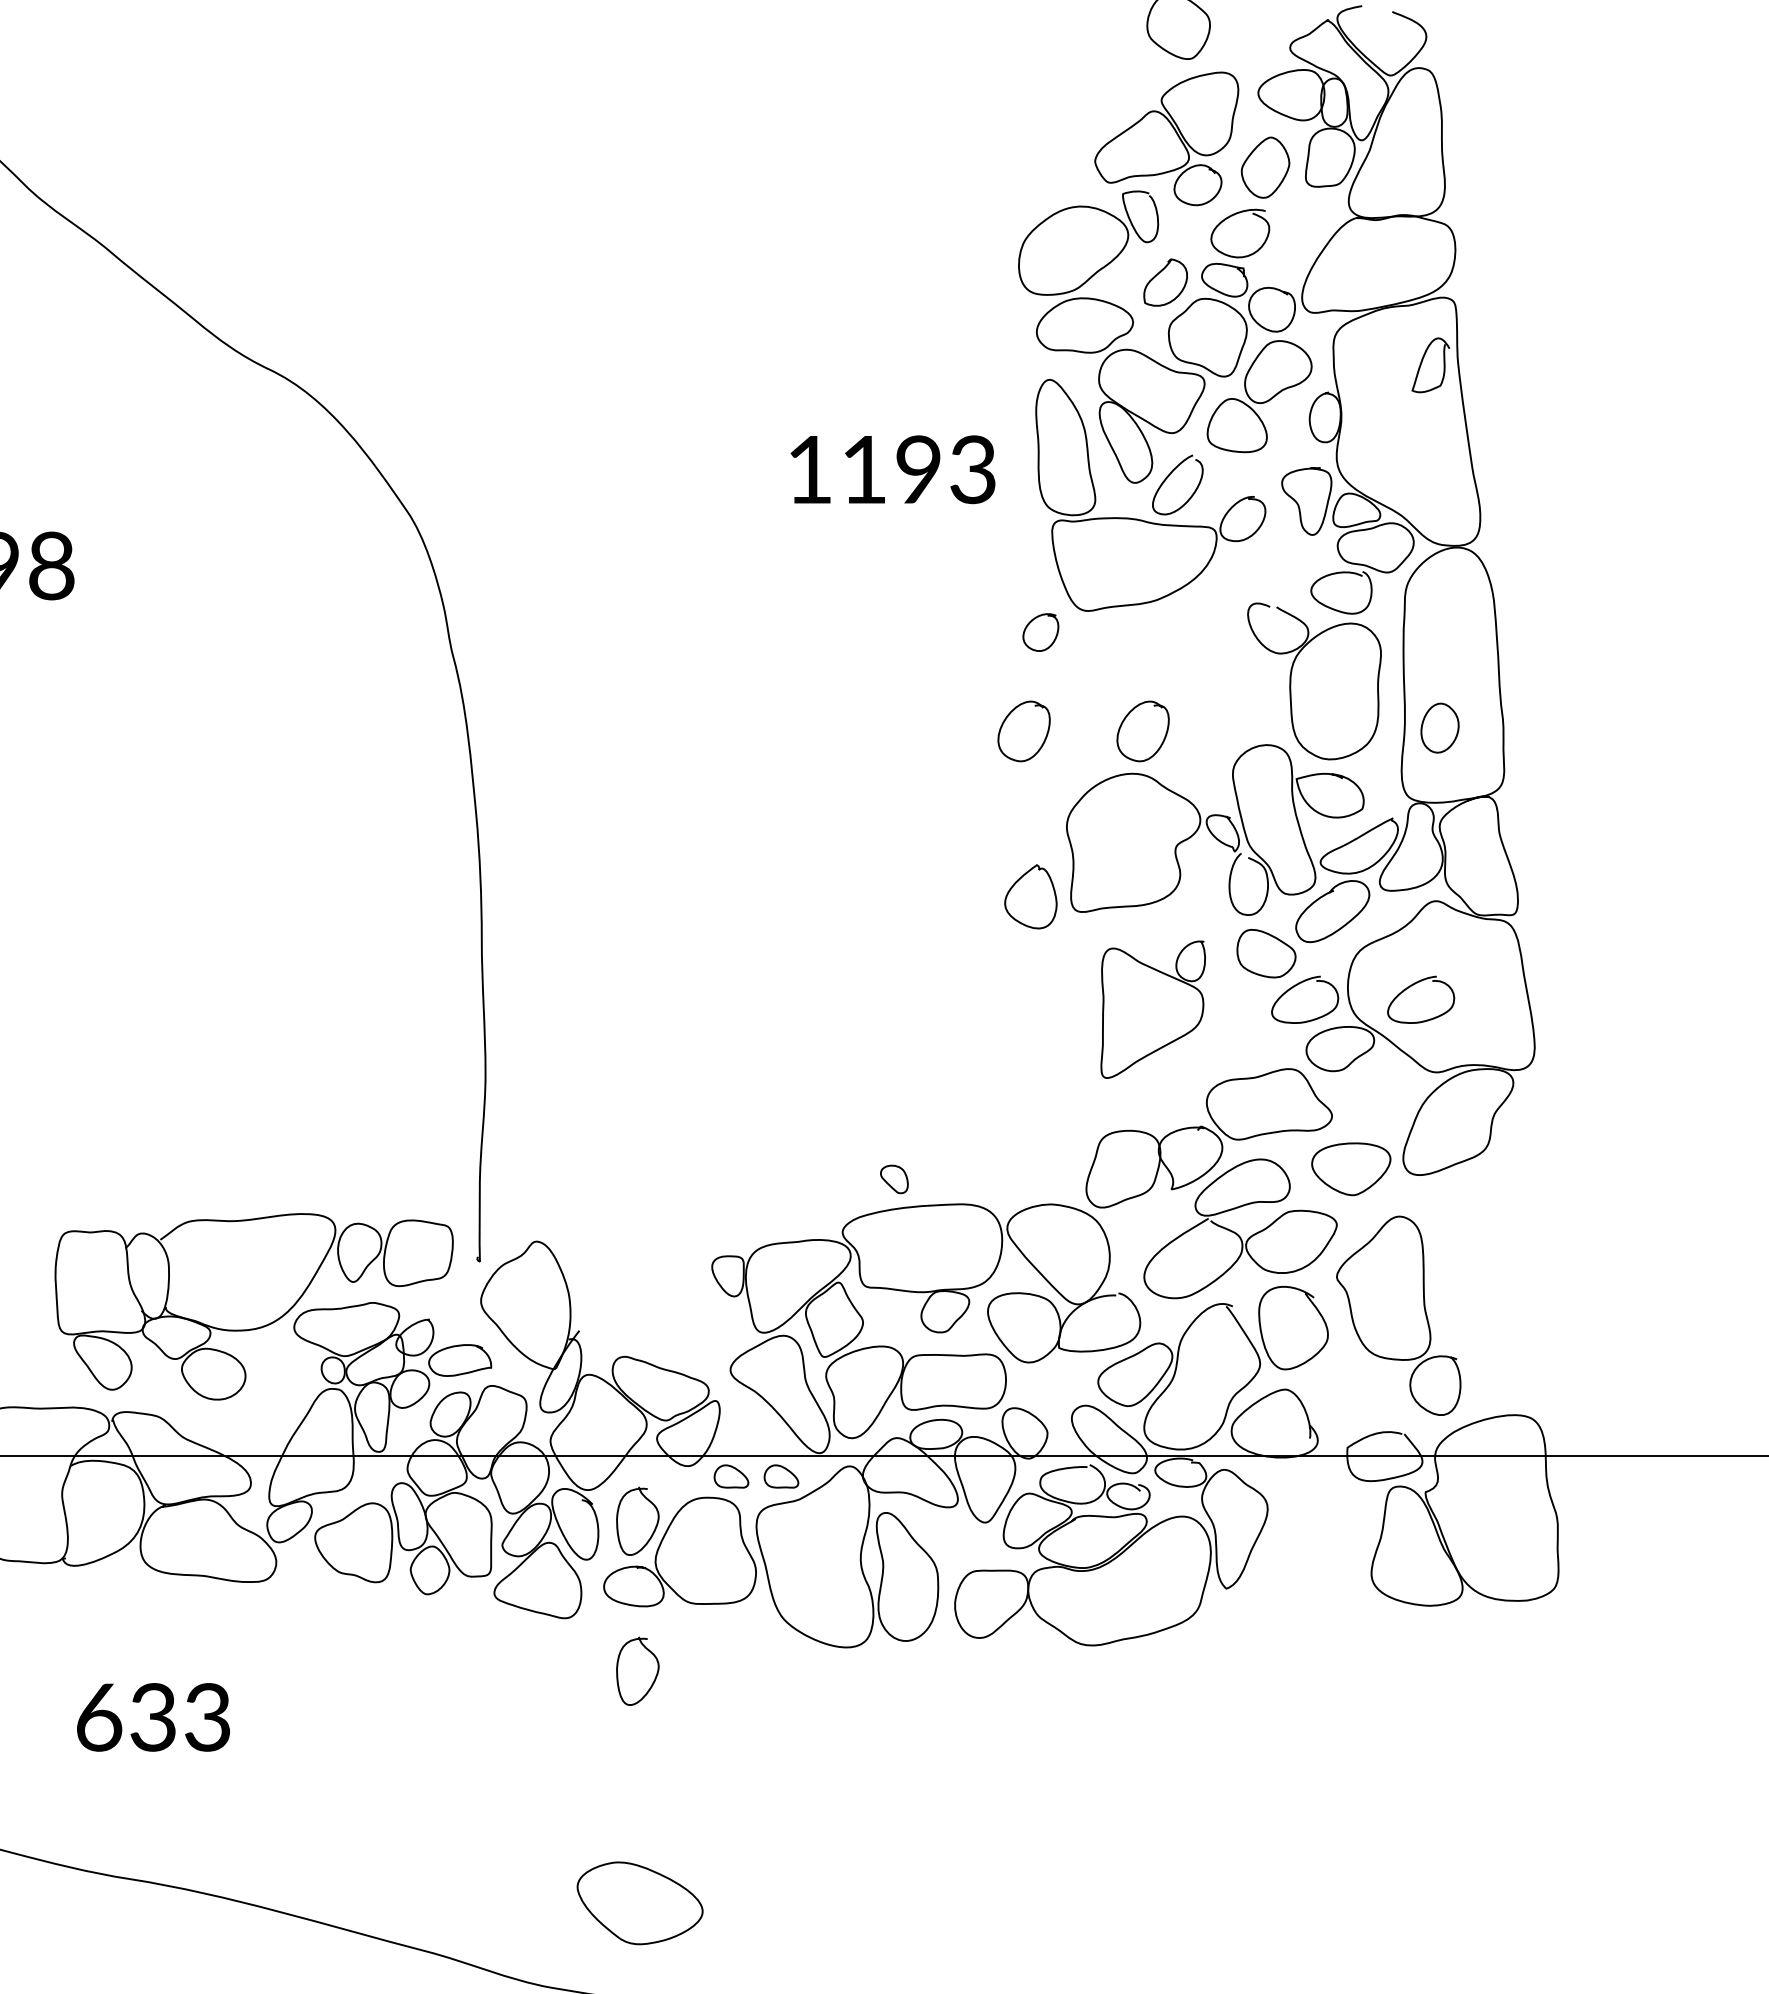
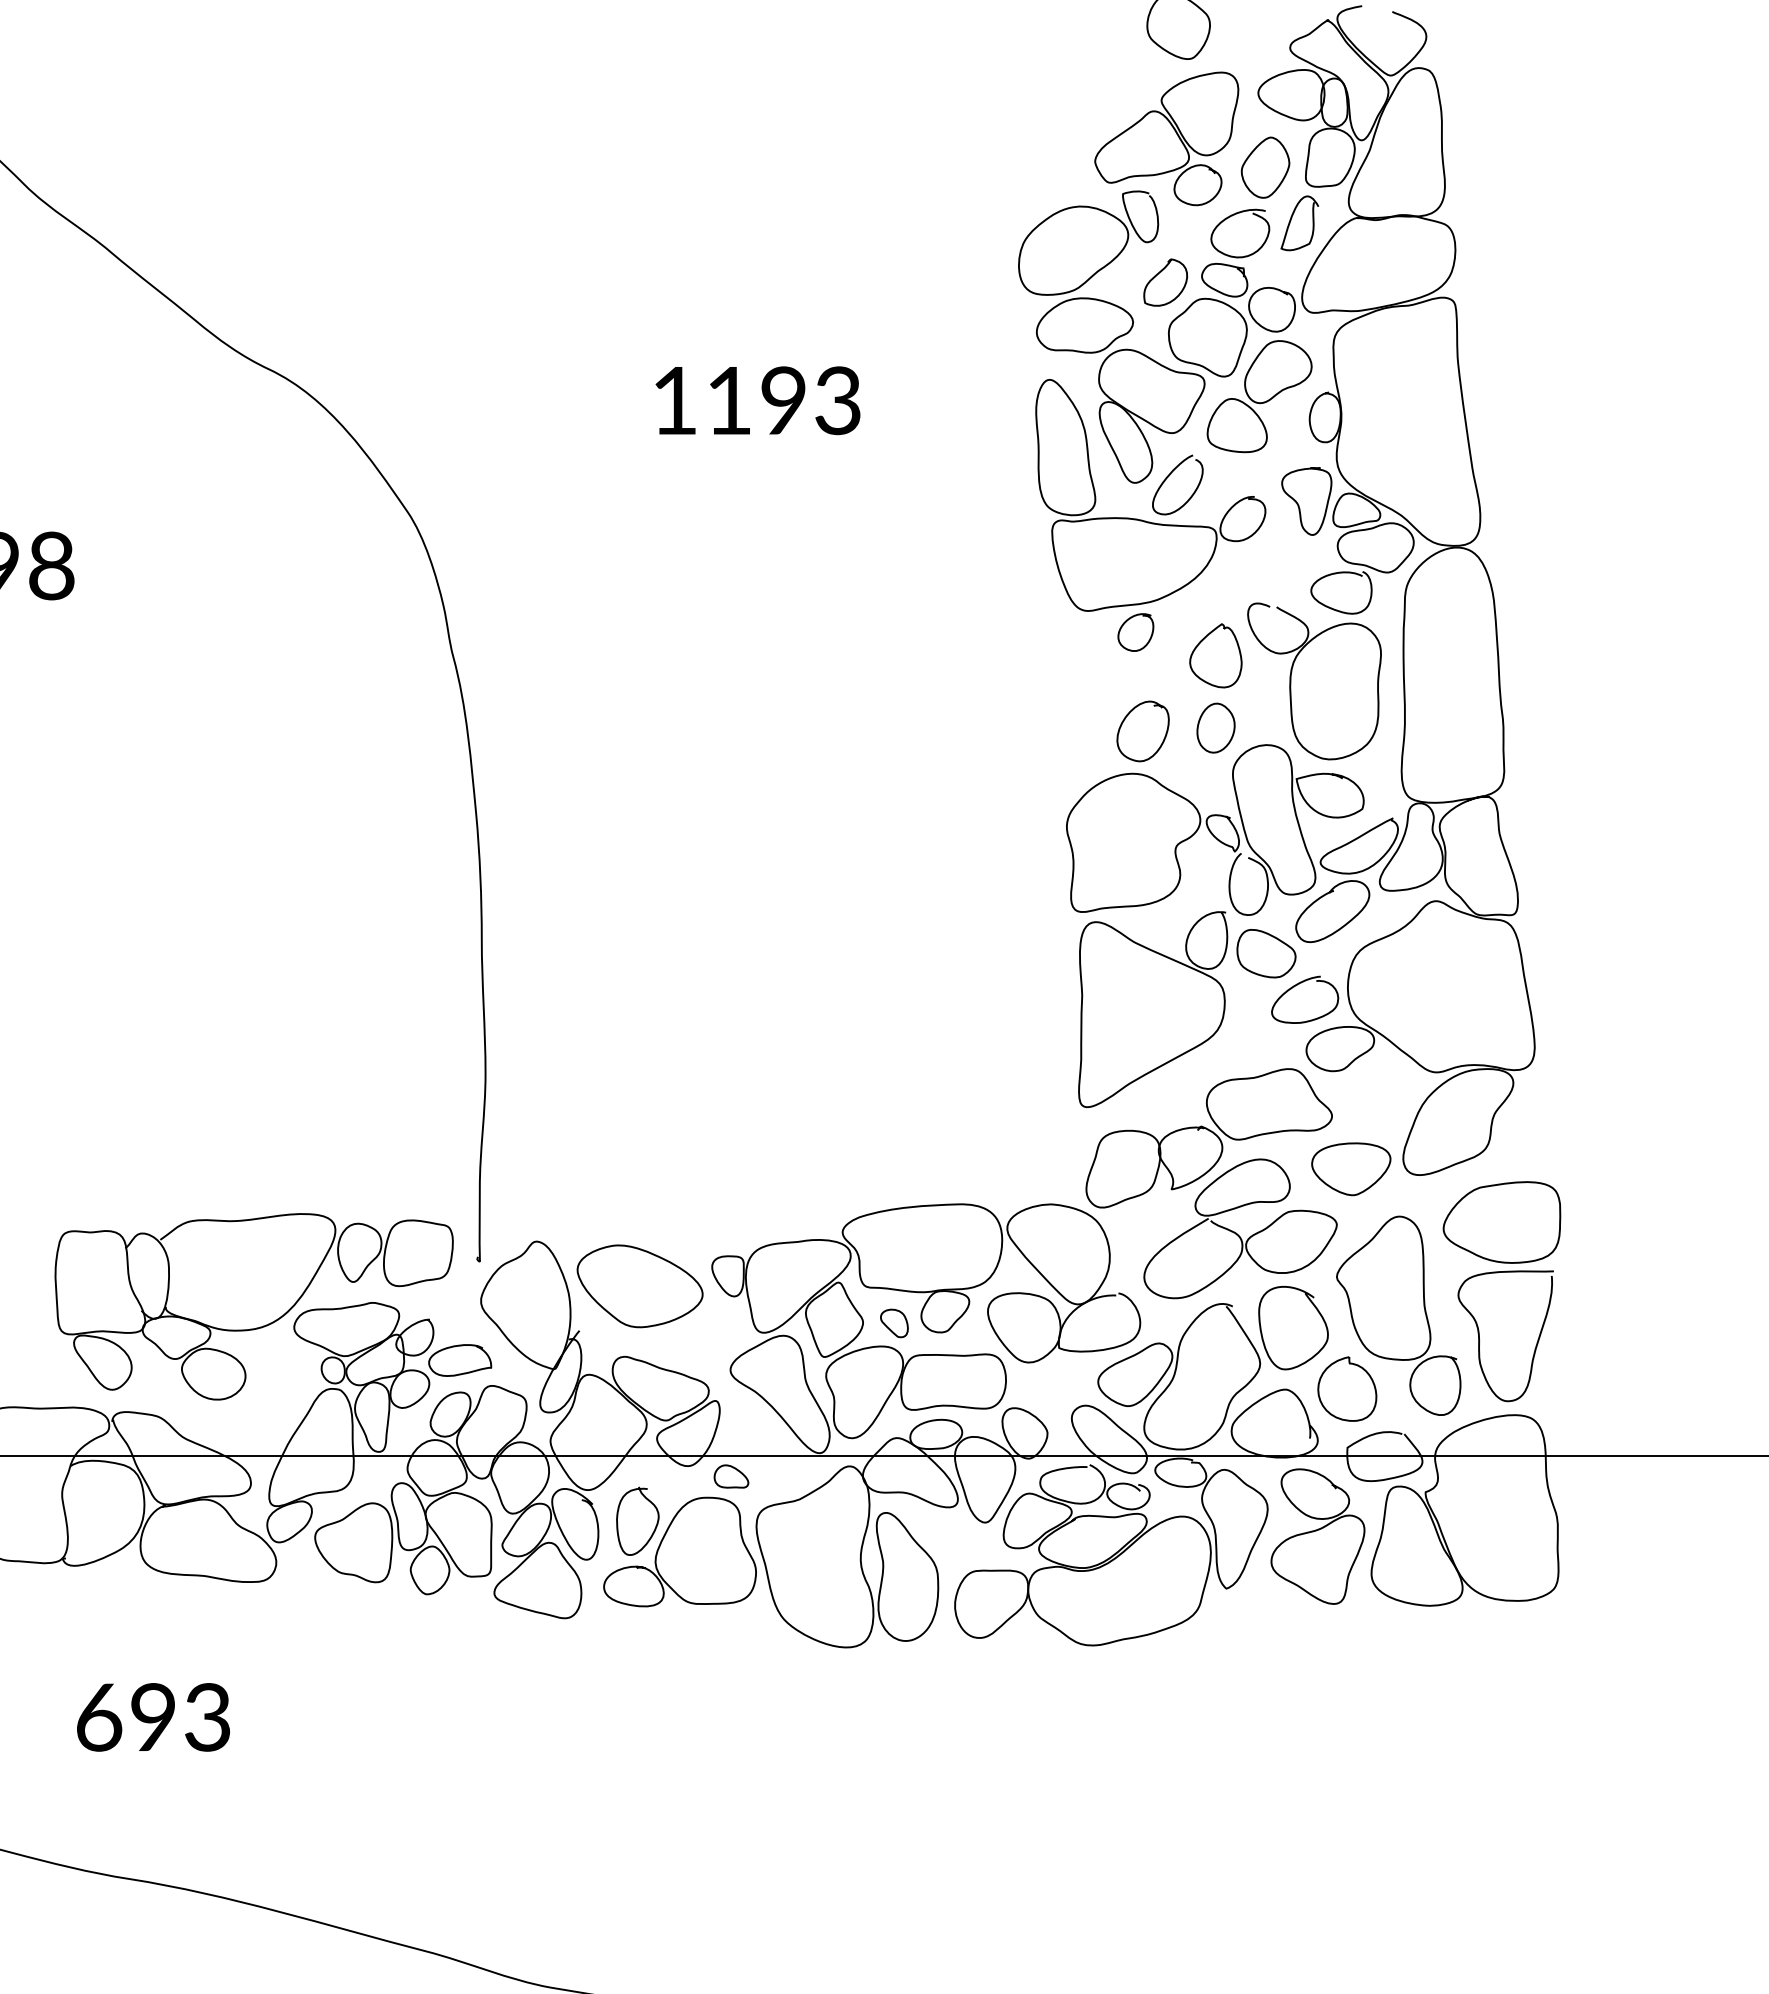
curve at (1422, 362) position: (1422, 362) -> (1291, 220)
text at (892, 469) position: (892, 469) -> (757, 400)
curve at (1031, 622) position: (1031, 622) -> (1126, 622)
curve at (1005, 721): present -> none
part at (1439, 727) position: (1439, 727) -> (1215, 727)
part at (1030, 896) position: (1030, 896) -> (1215, 655)
curve at (1413, 985): present -> none
part at (1152, 1009) size: 106x139 px -> 151x198 px
part at (894, 1179) position: (894, 1179) -> (894, 1323)
part at (1497, 1273): none -> present
part at (1347, 1388): none -> present
part at (781, 1476): present -> none
part at (1317, 1536): none -> present
curve at (655, 1675): present -> none
text at (152, 1717): 633 -> 693
part at (639, 1903) position: (639, 1903) -> (639, 1286)
